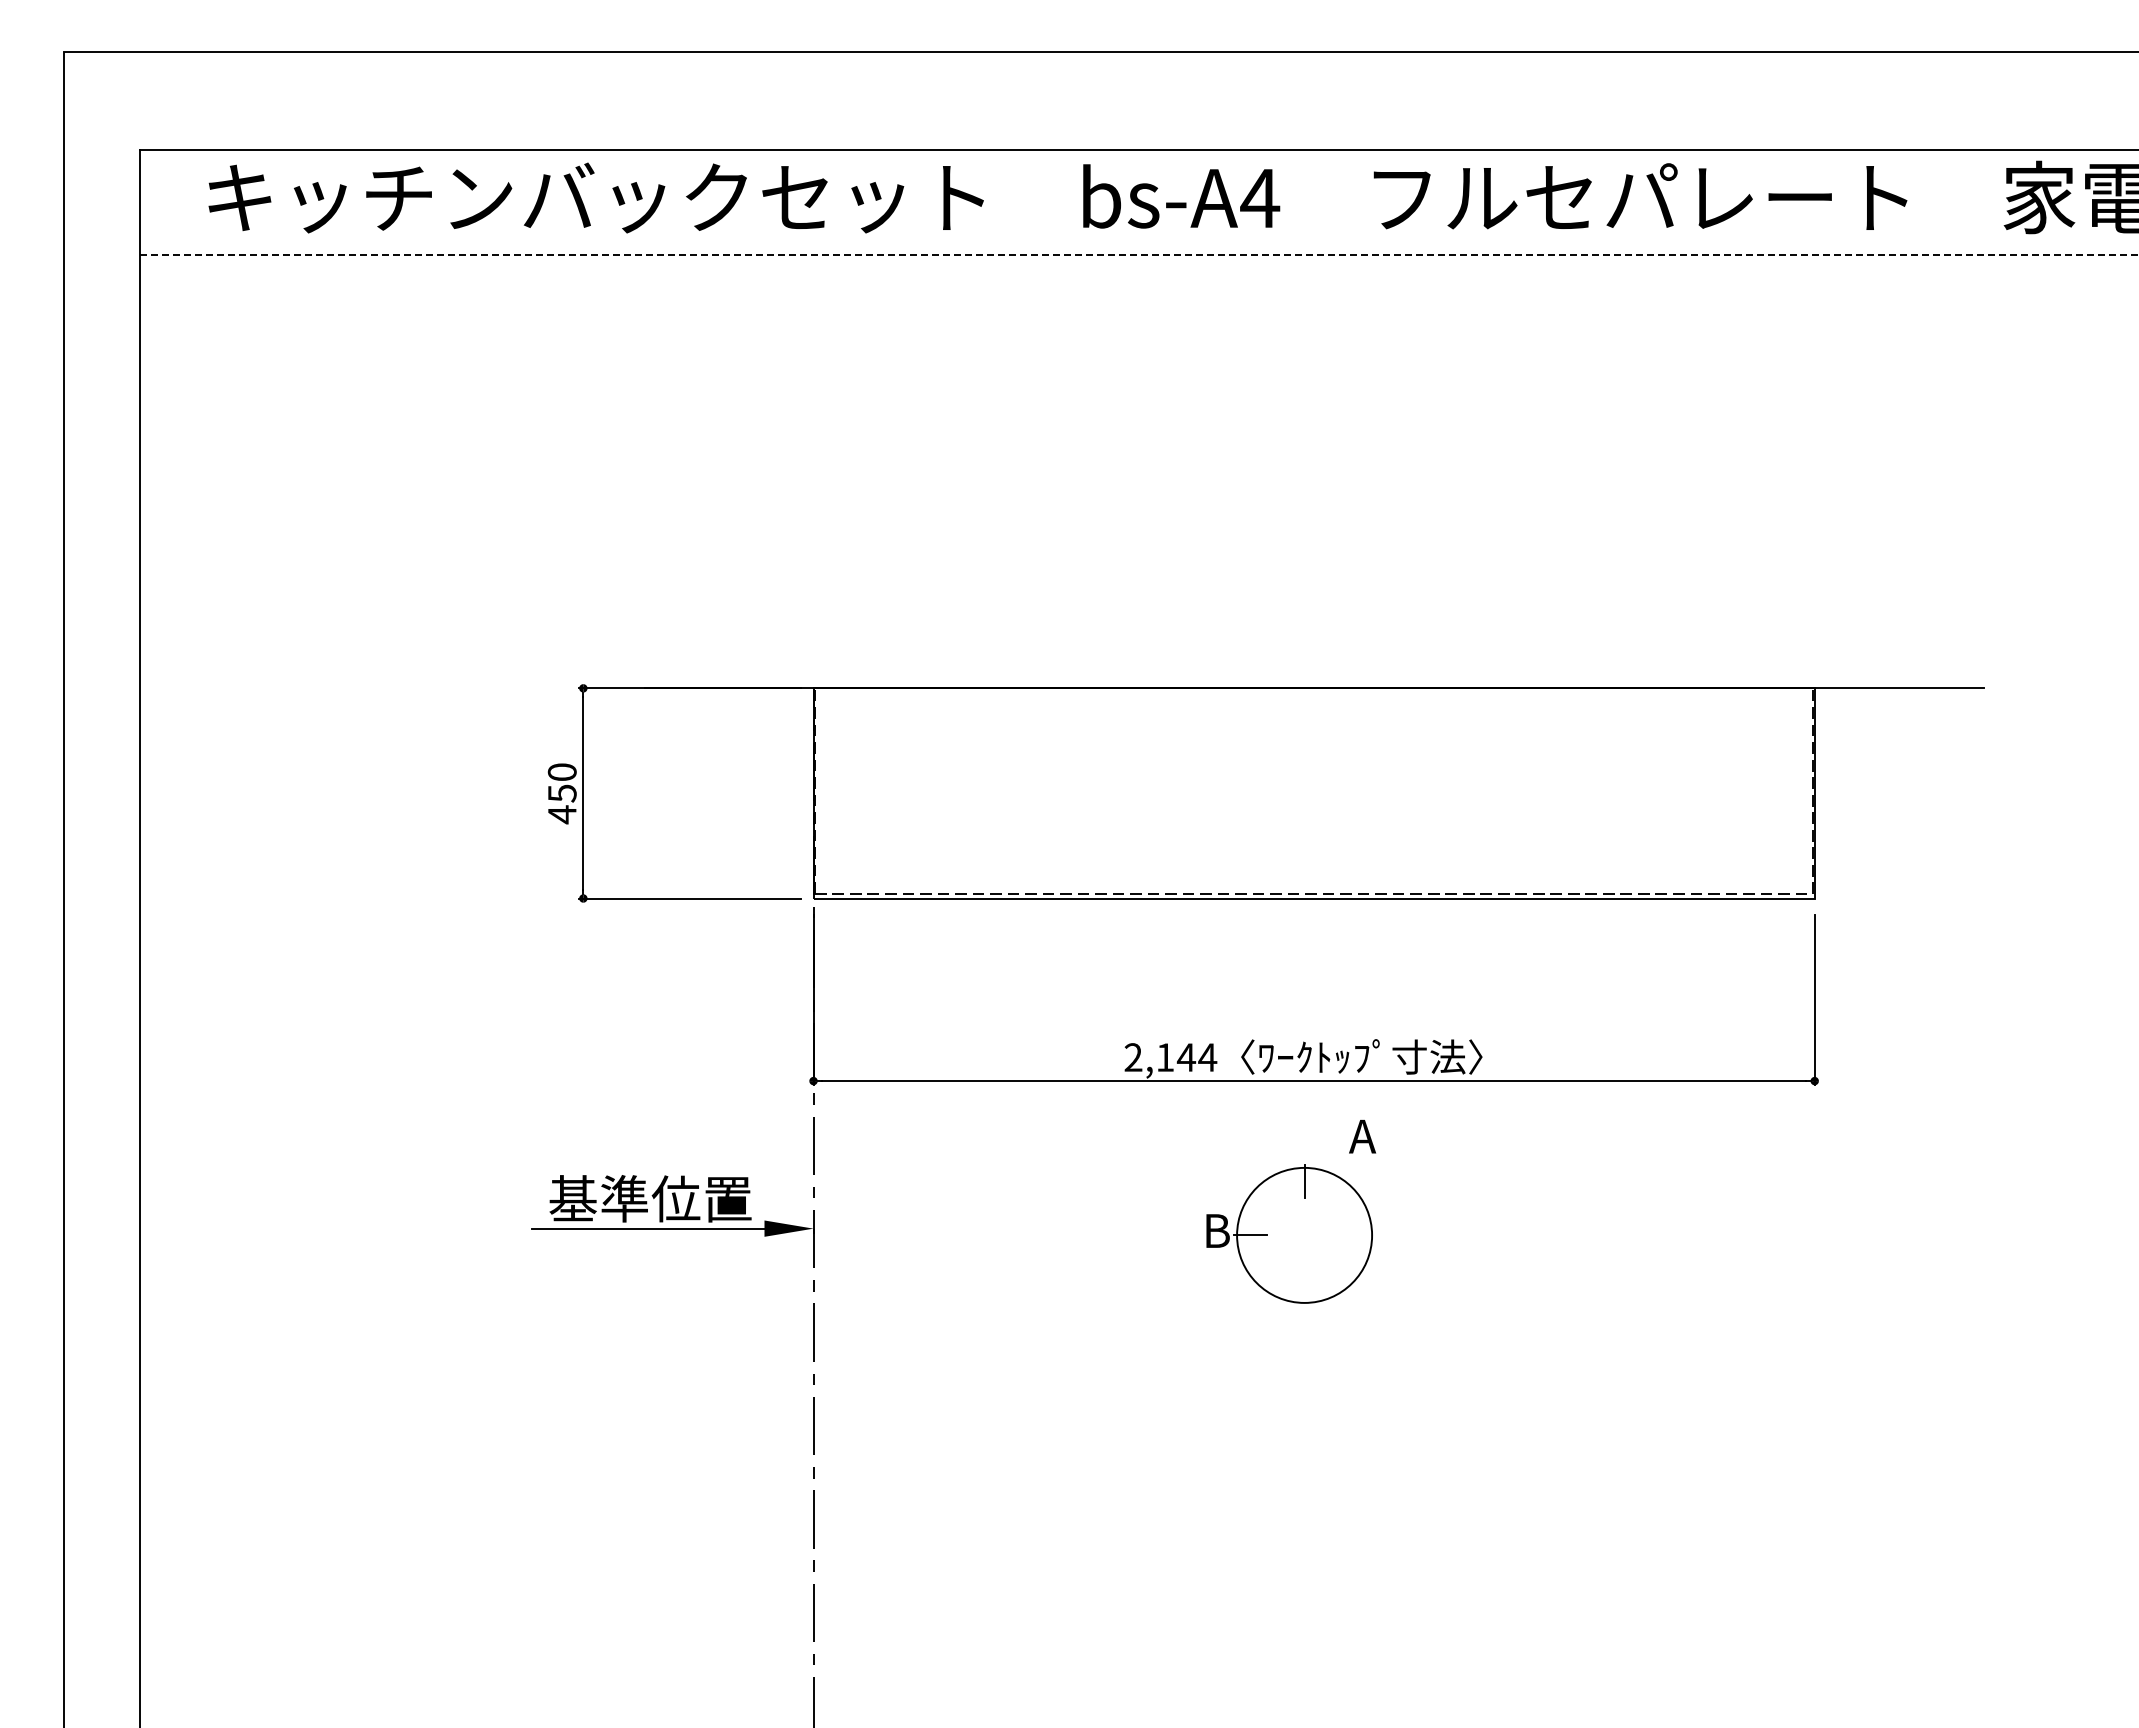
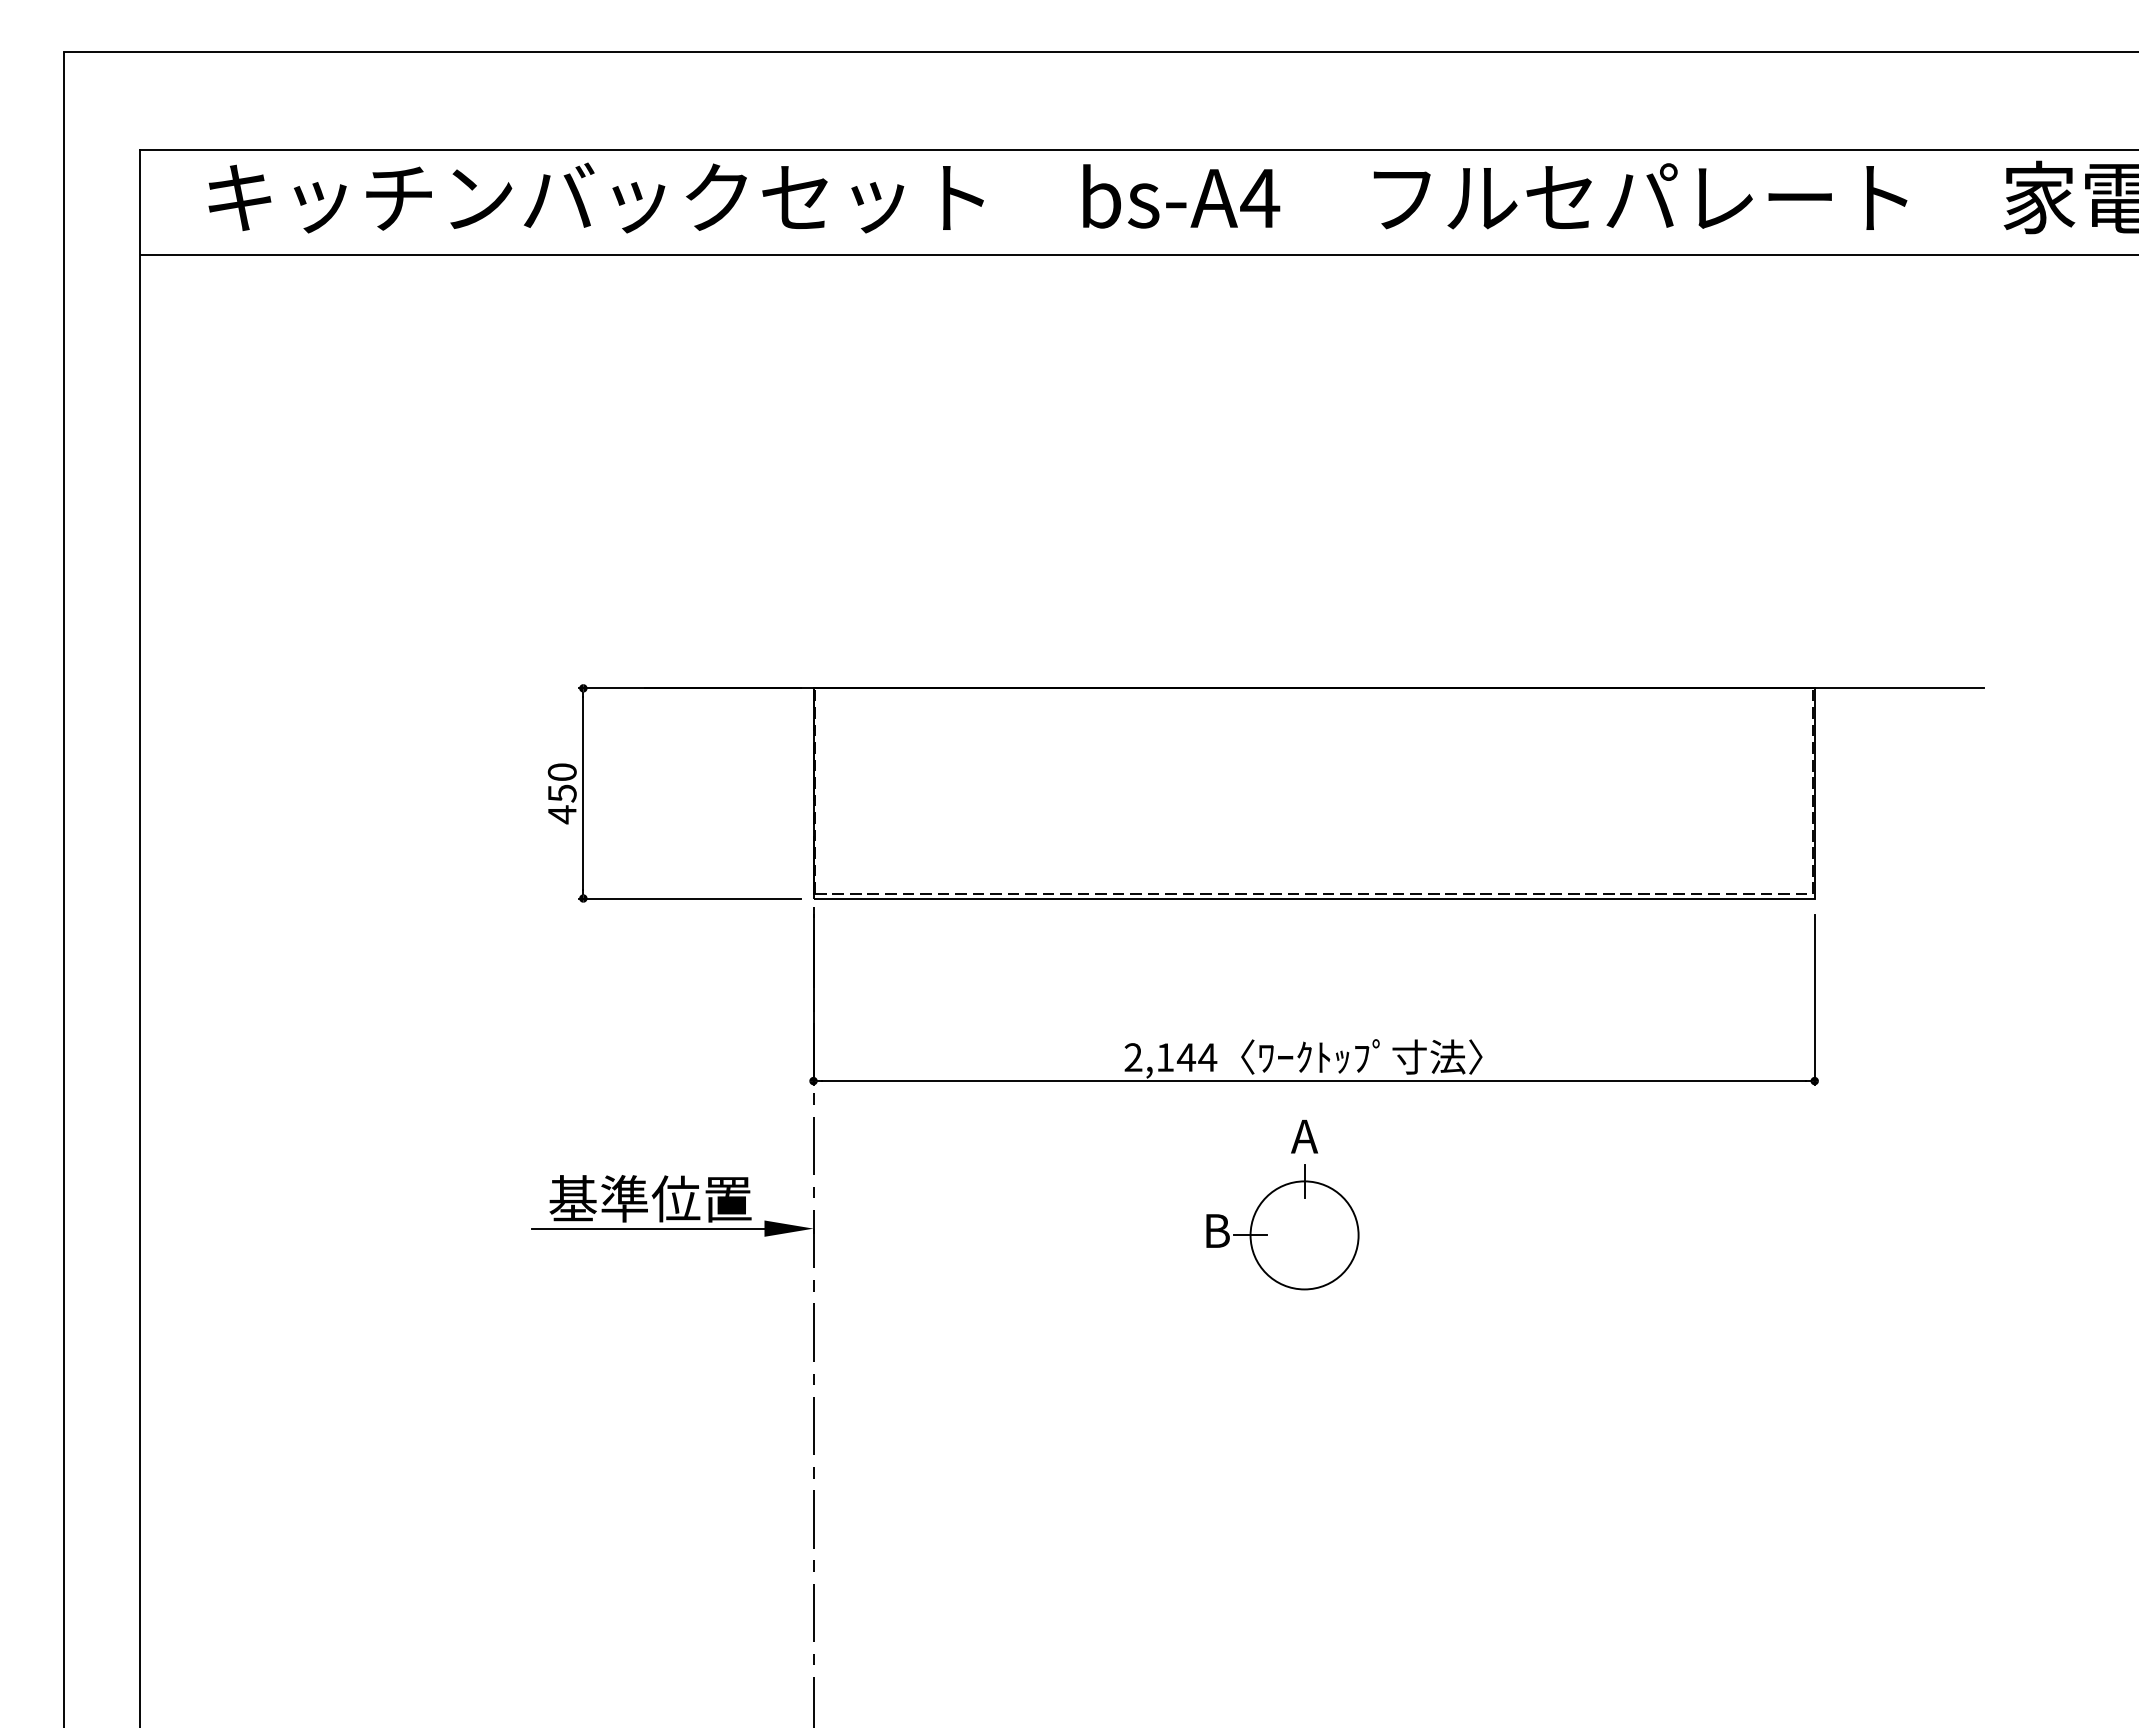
line at (1139, 255): dashed -> solid
text at (1362, 1136) position: (1362, 1136) -> (1304, 1136)
circle at (1304, 1234) diameter: 135 px -> 108 px
